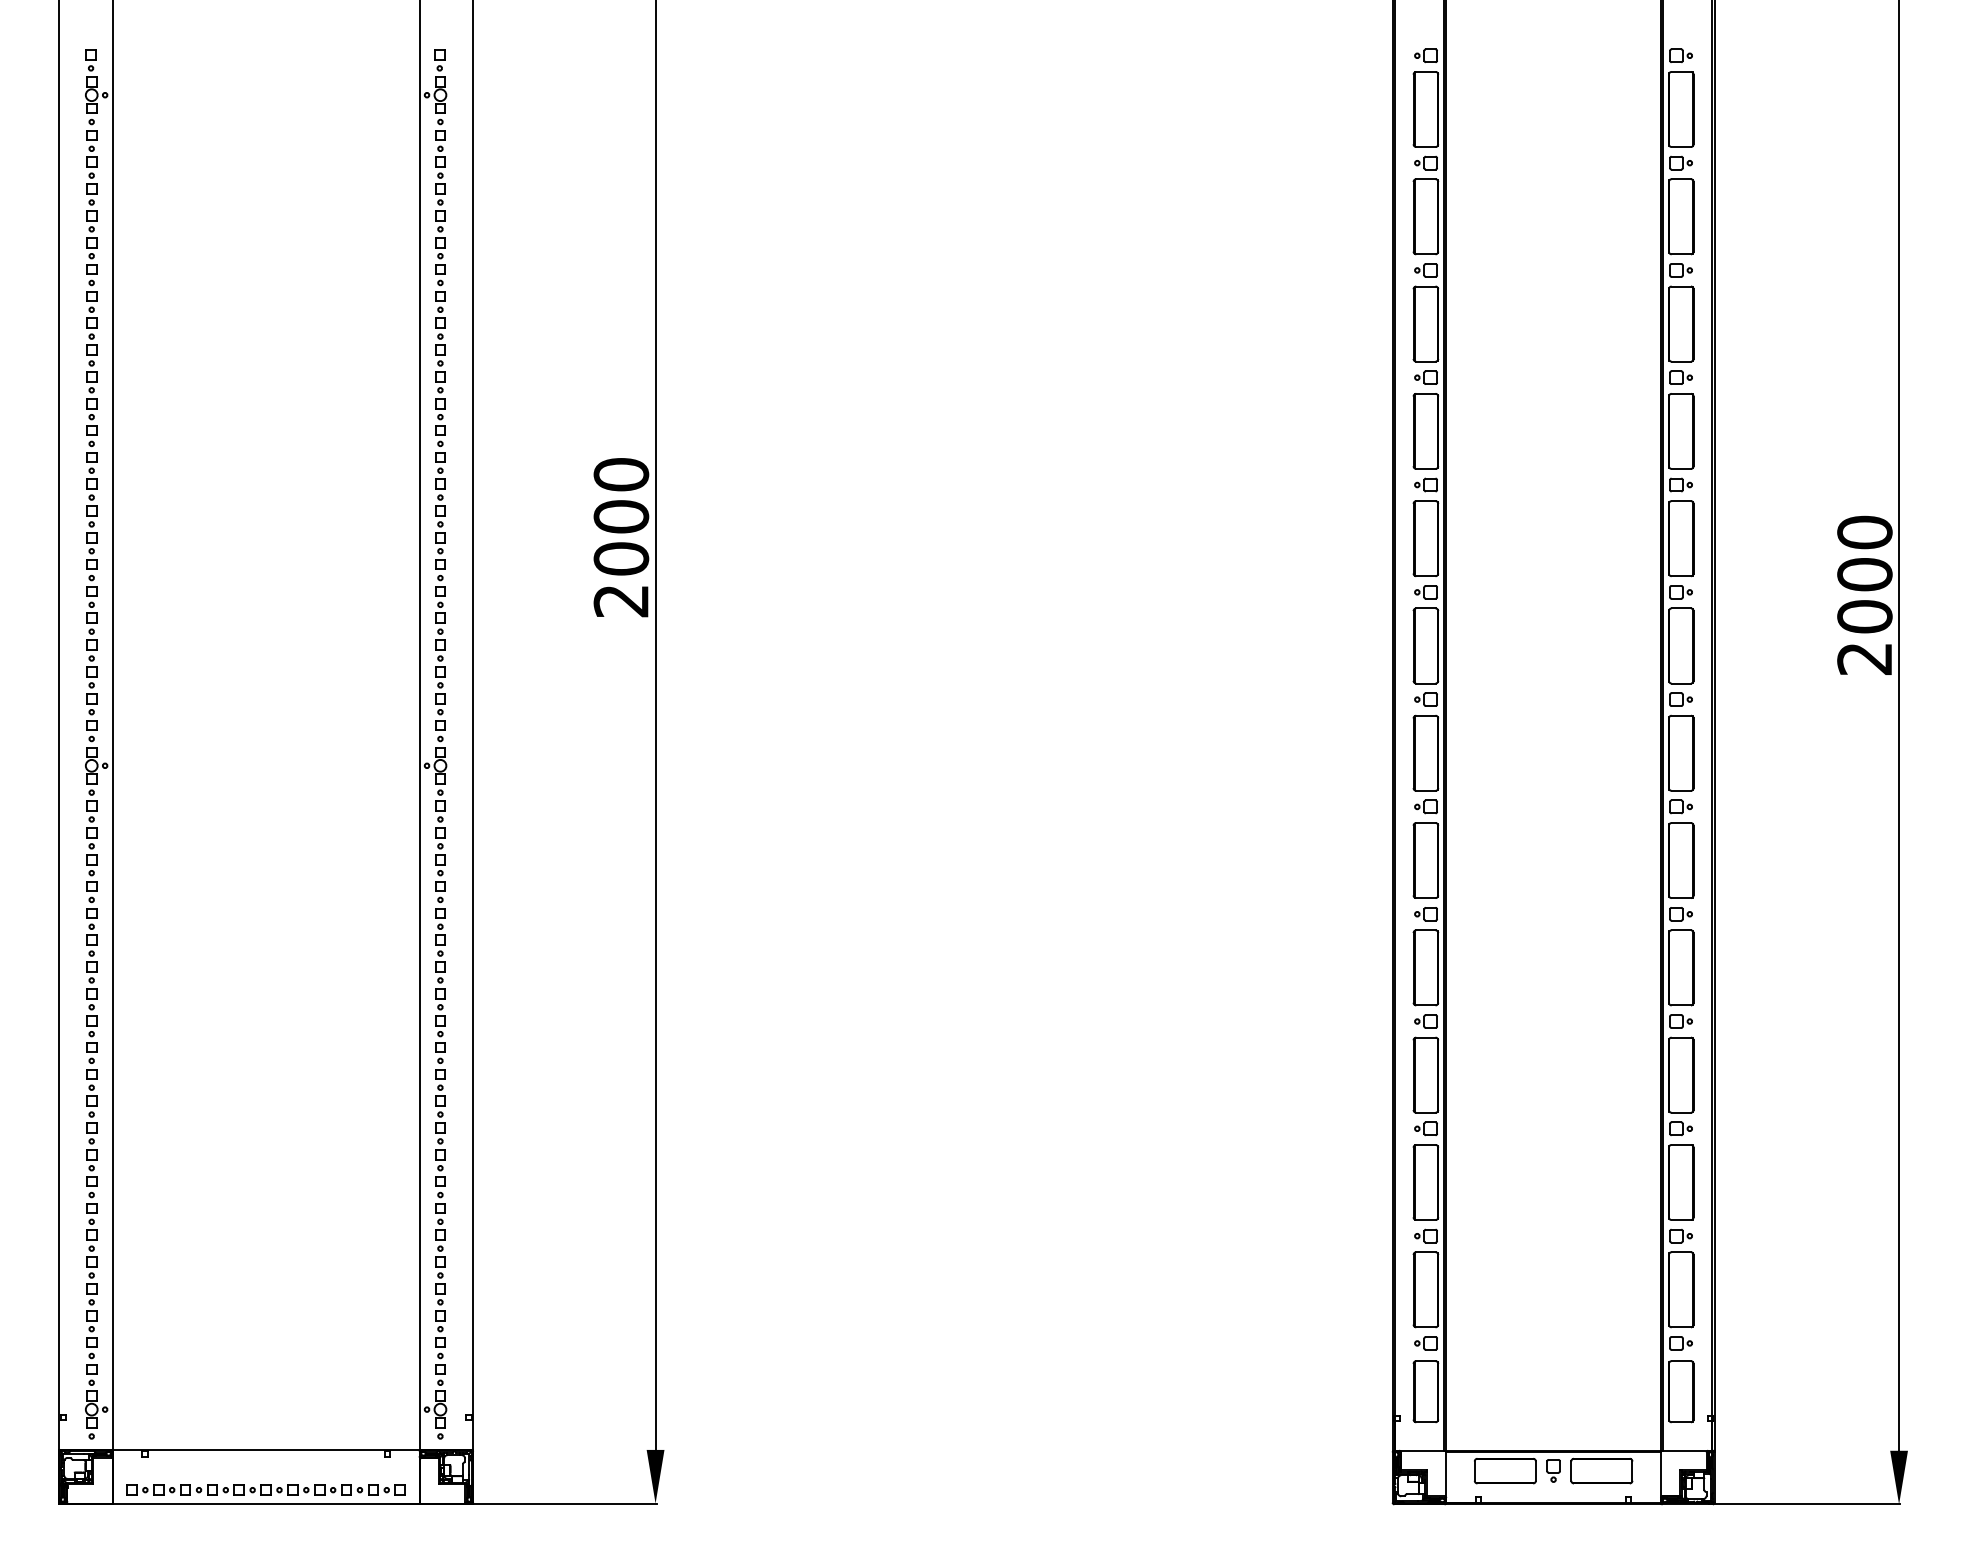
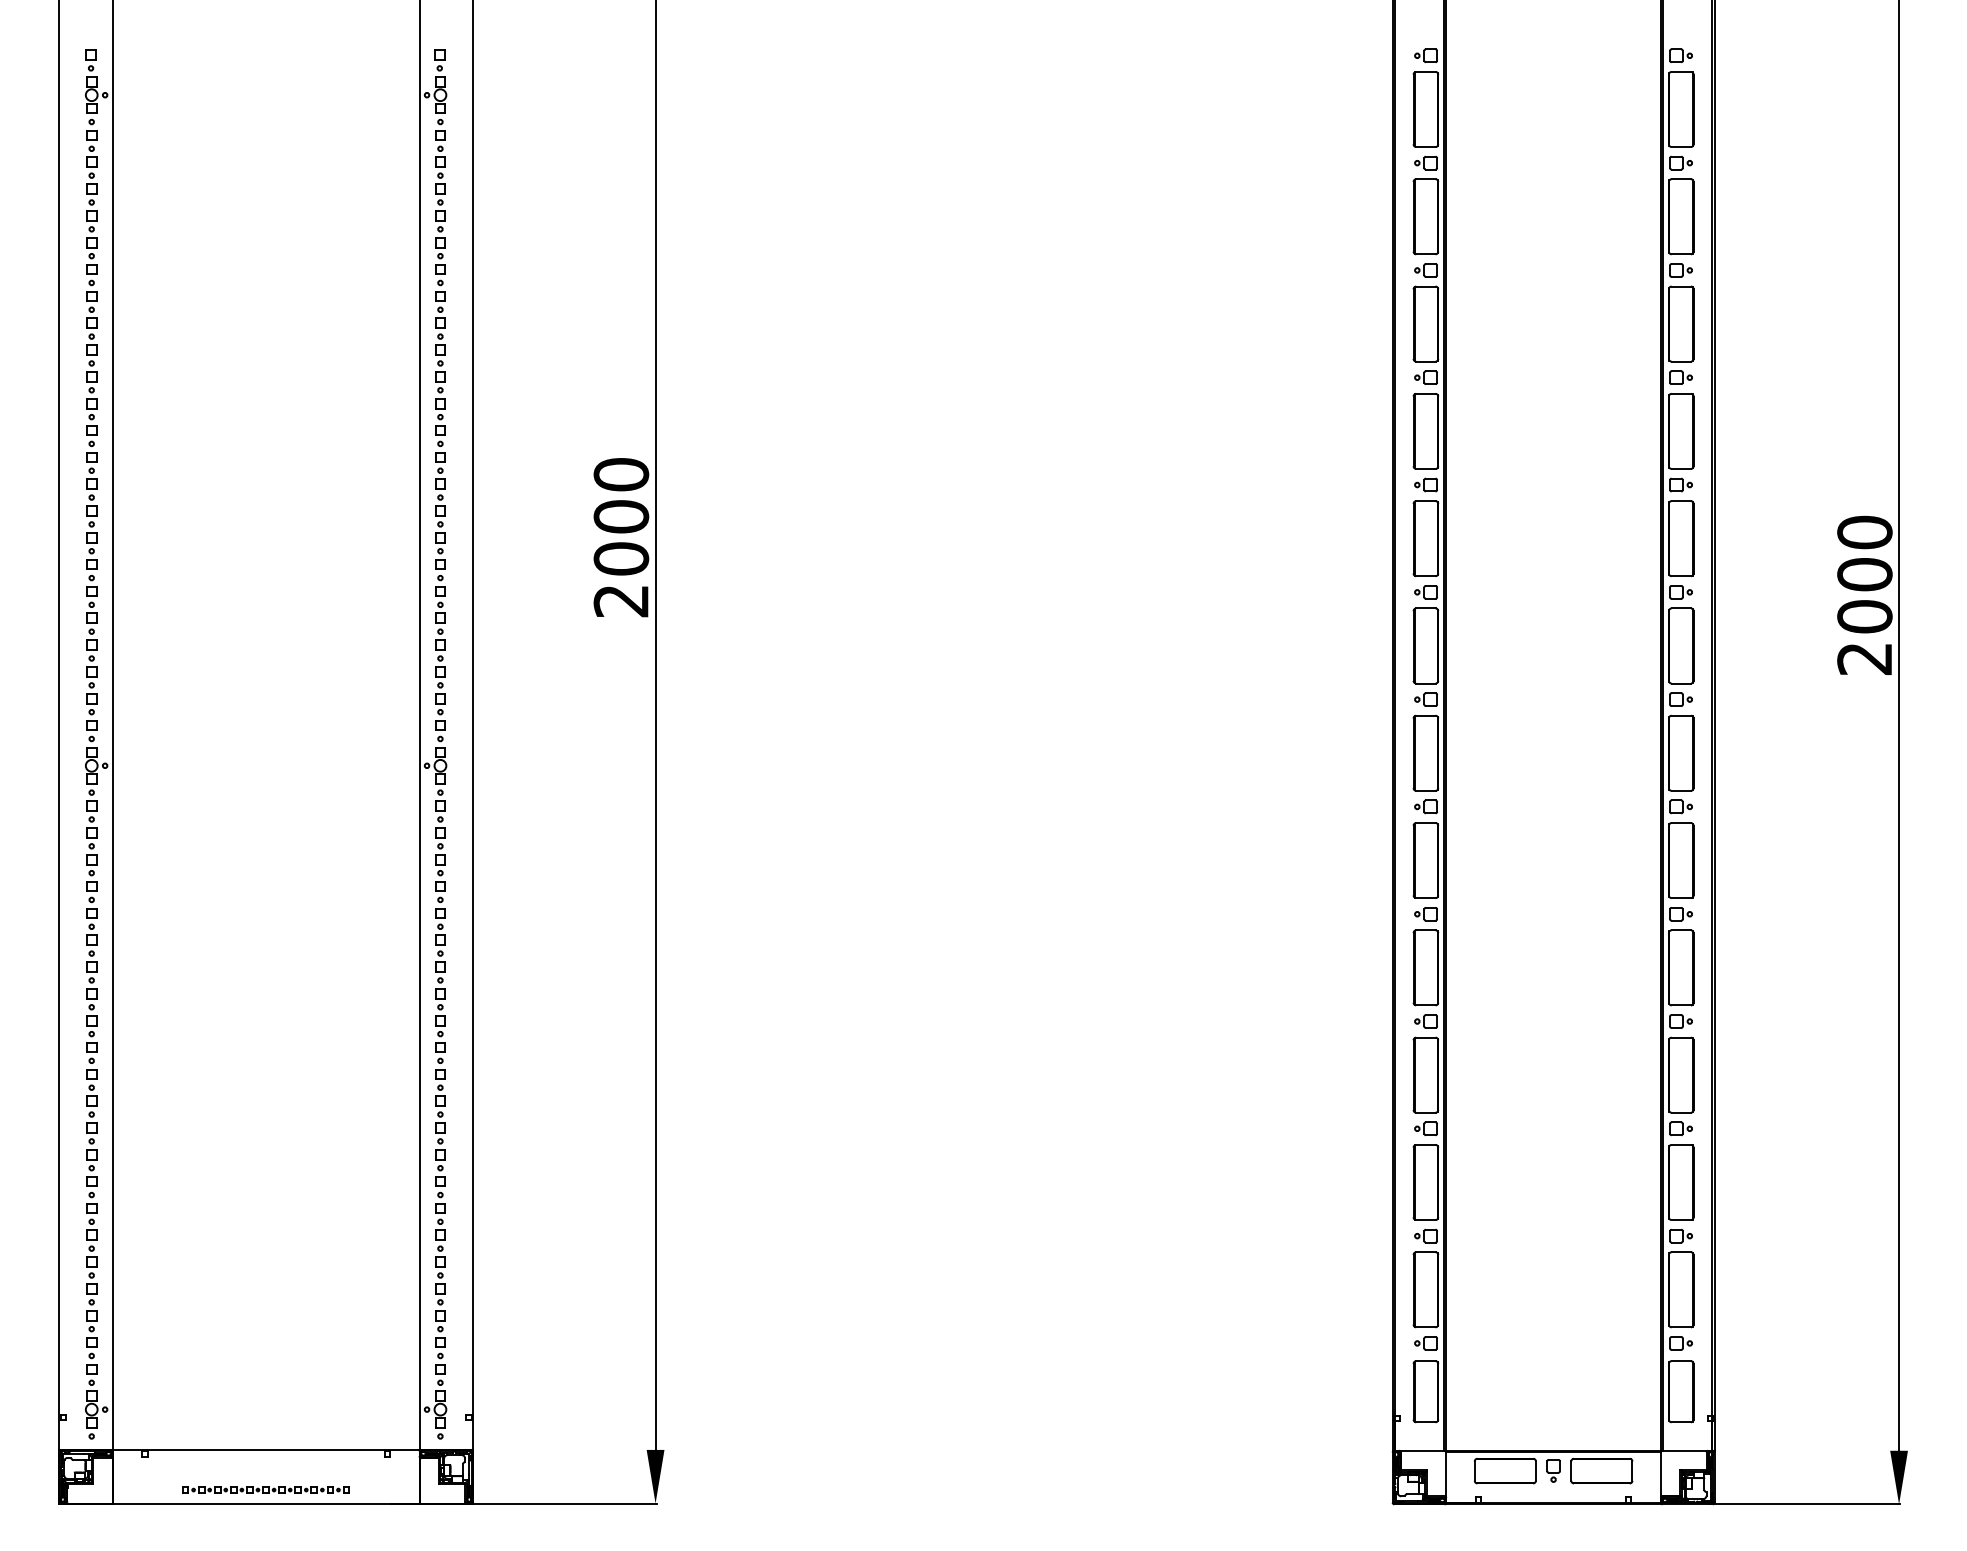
part at (265, 1489) size: 280x12 px -> 168x8 px
